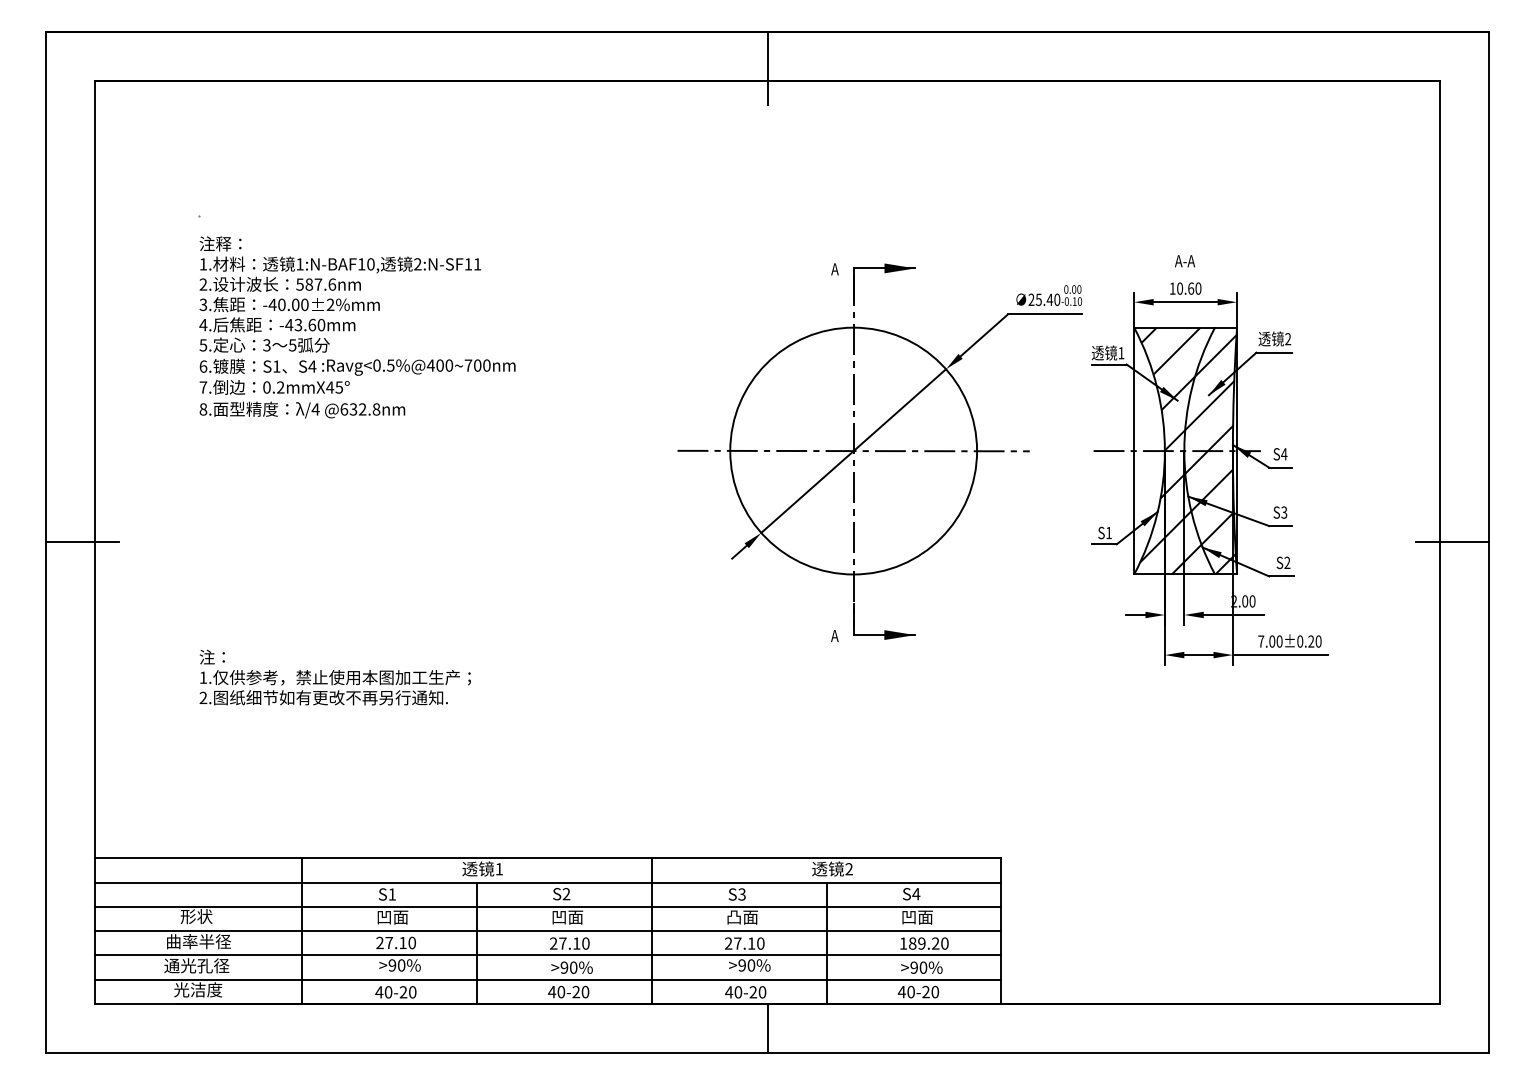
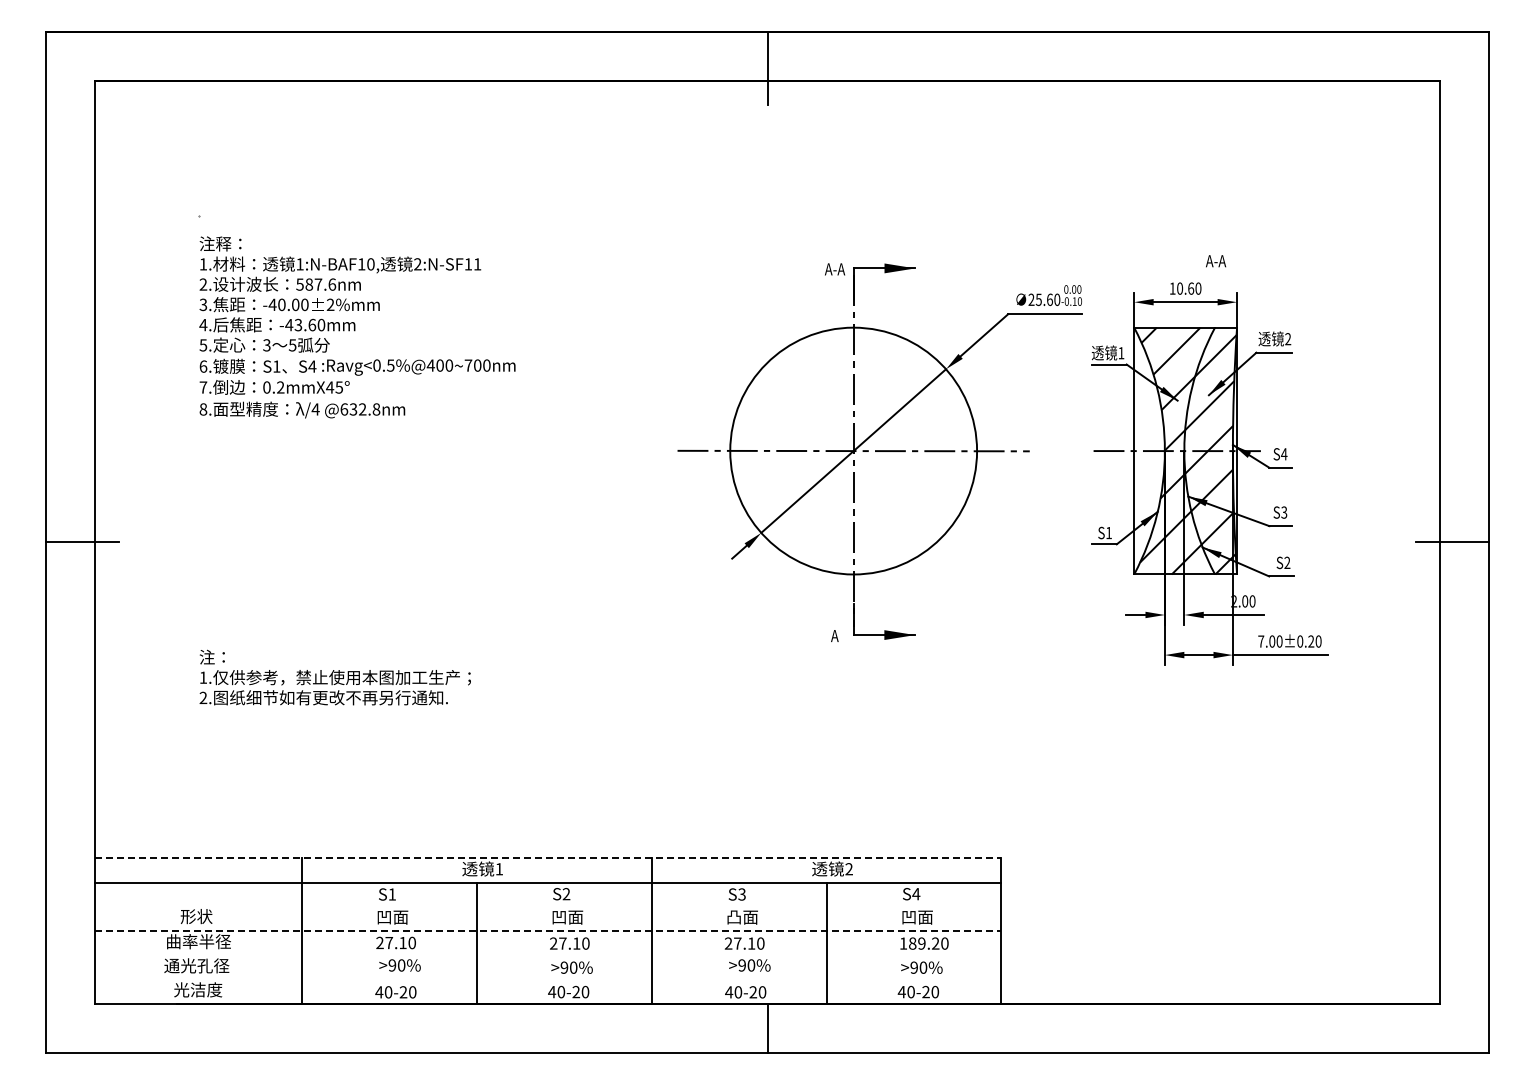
text at (1185, 261) position: (1185, 261) -> (1216, 261)
text at (835, 269): A -> A-A
text at (1049, 299): 25.40 -> 25.60
line at (548, 858): solid -> dashed
line at (547, 906): present -> none
line at (548, 931): solid -> dashed
line at (547, 955): present -> none
line at (547, 979): present -> none
